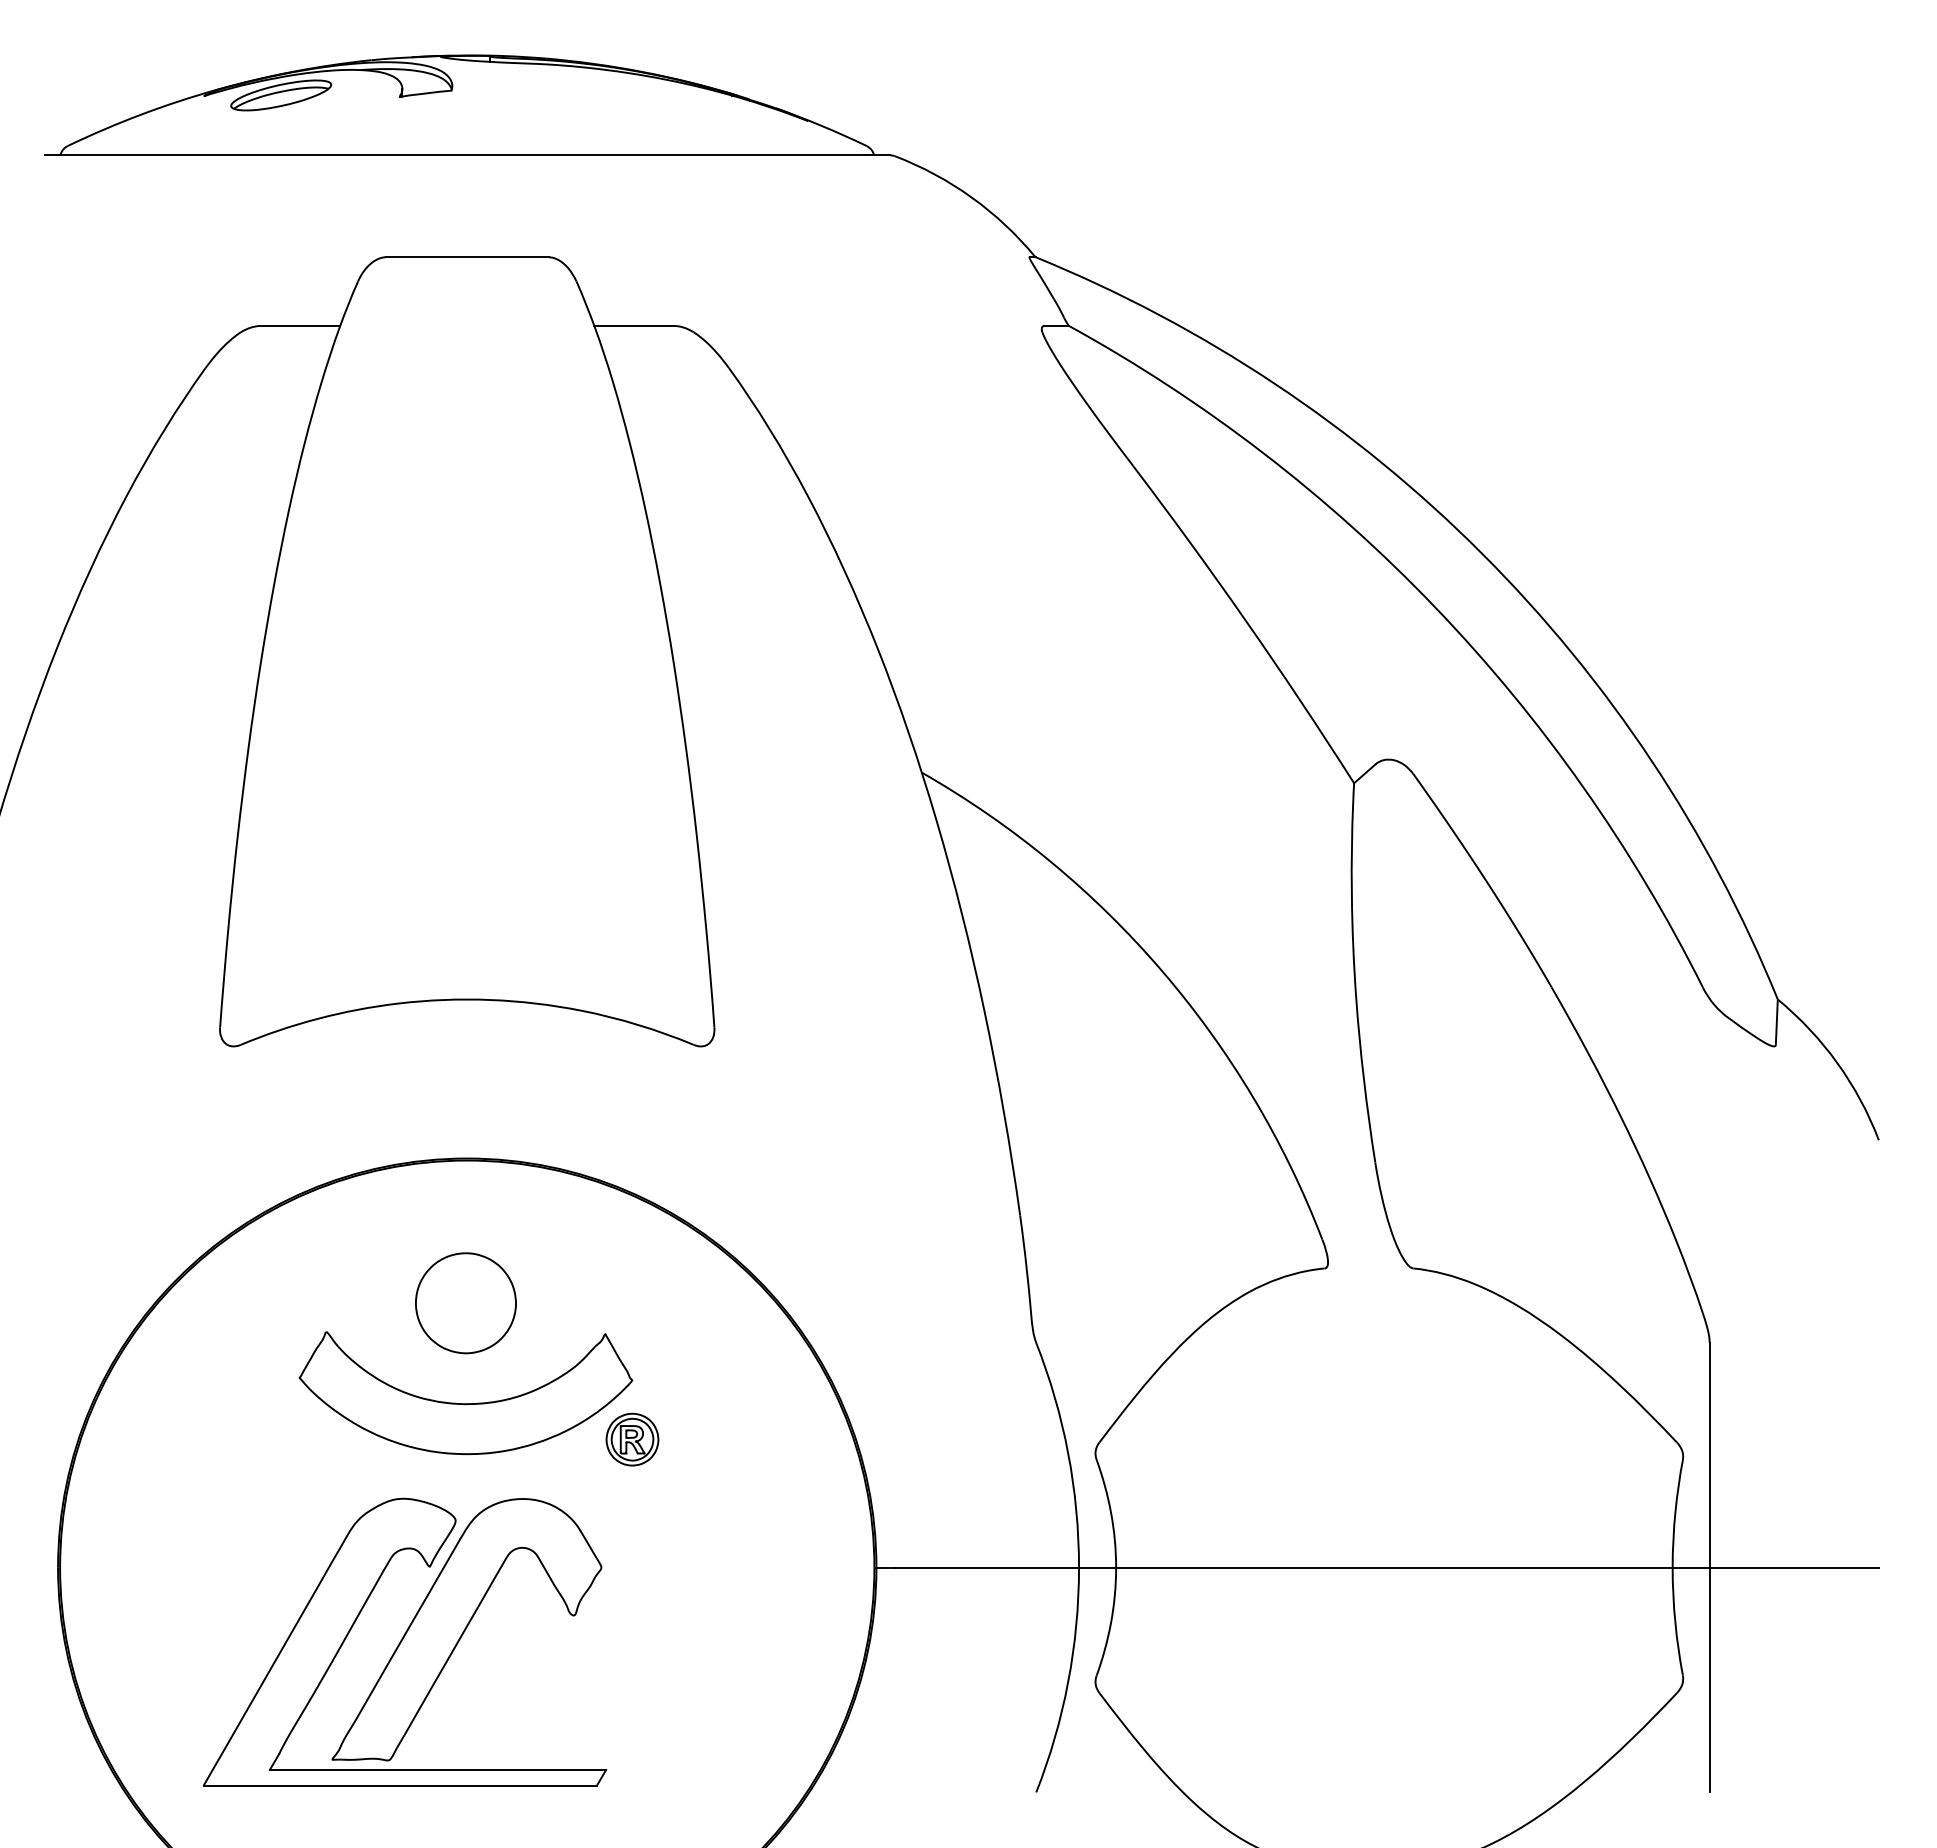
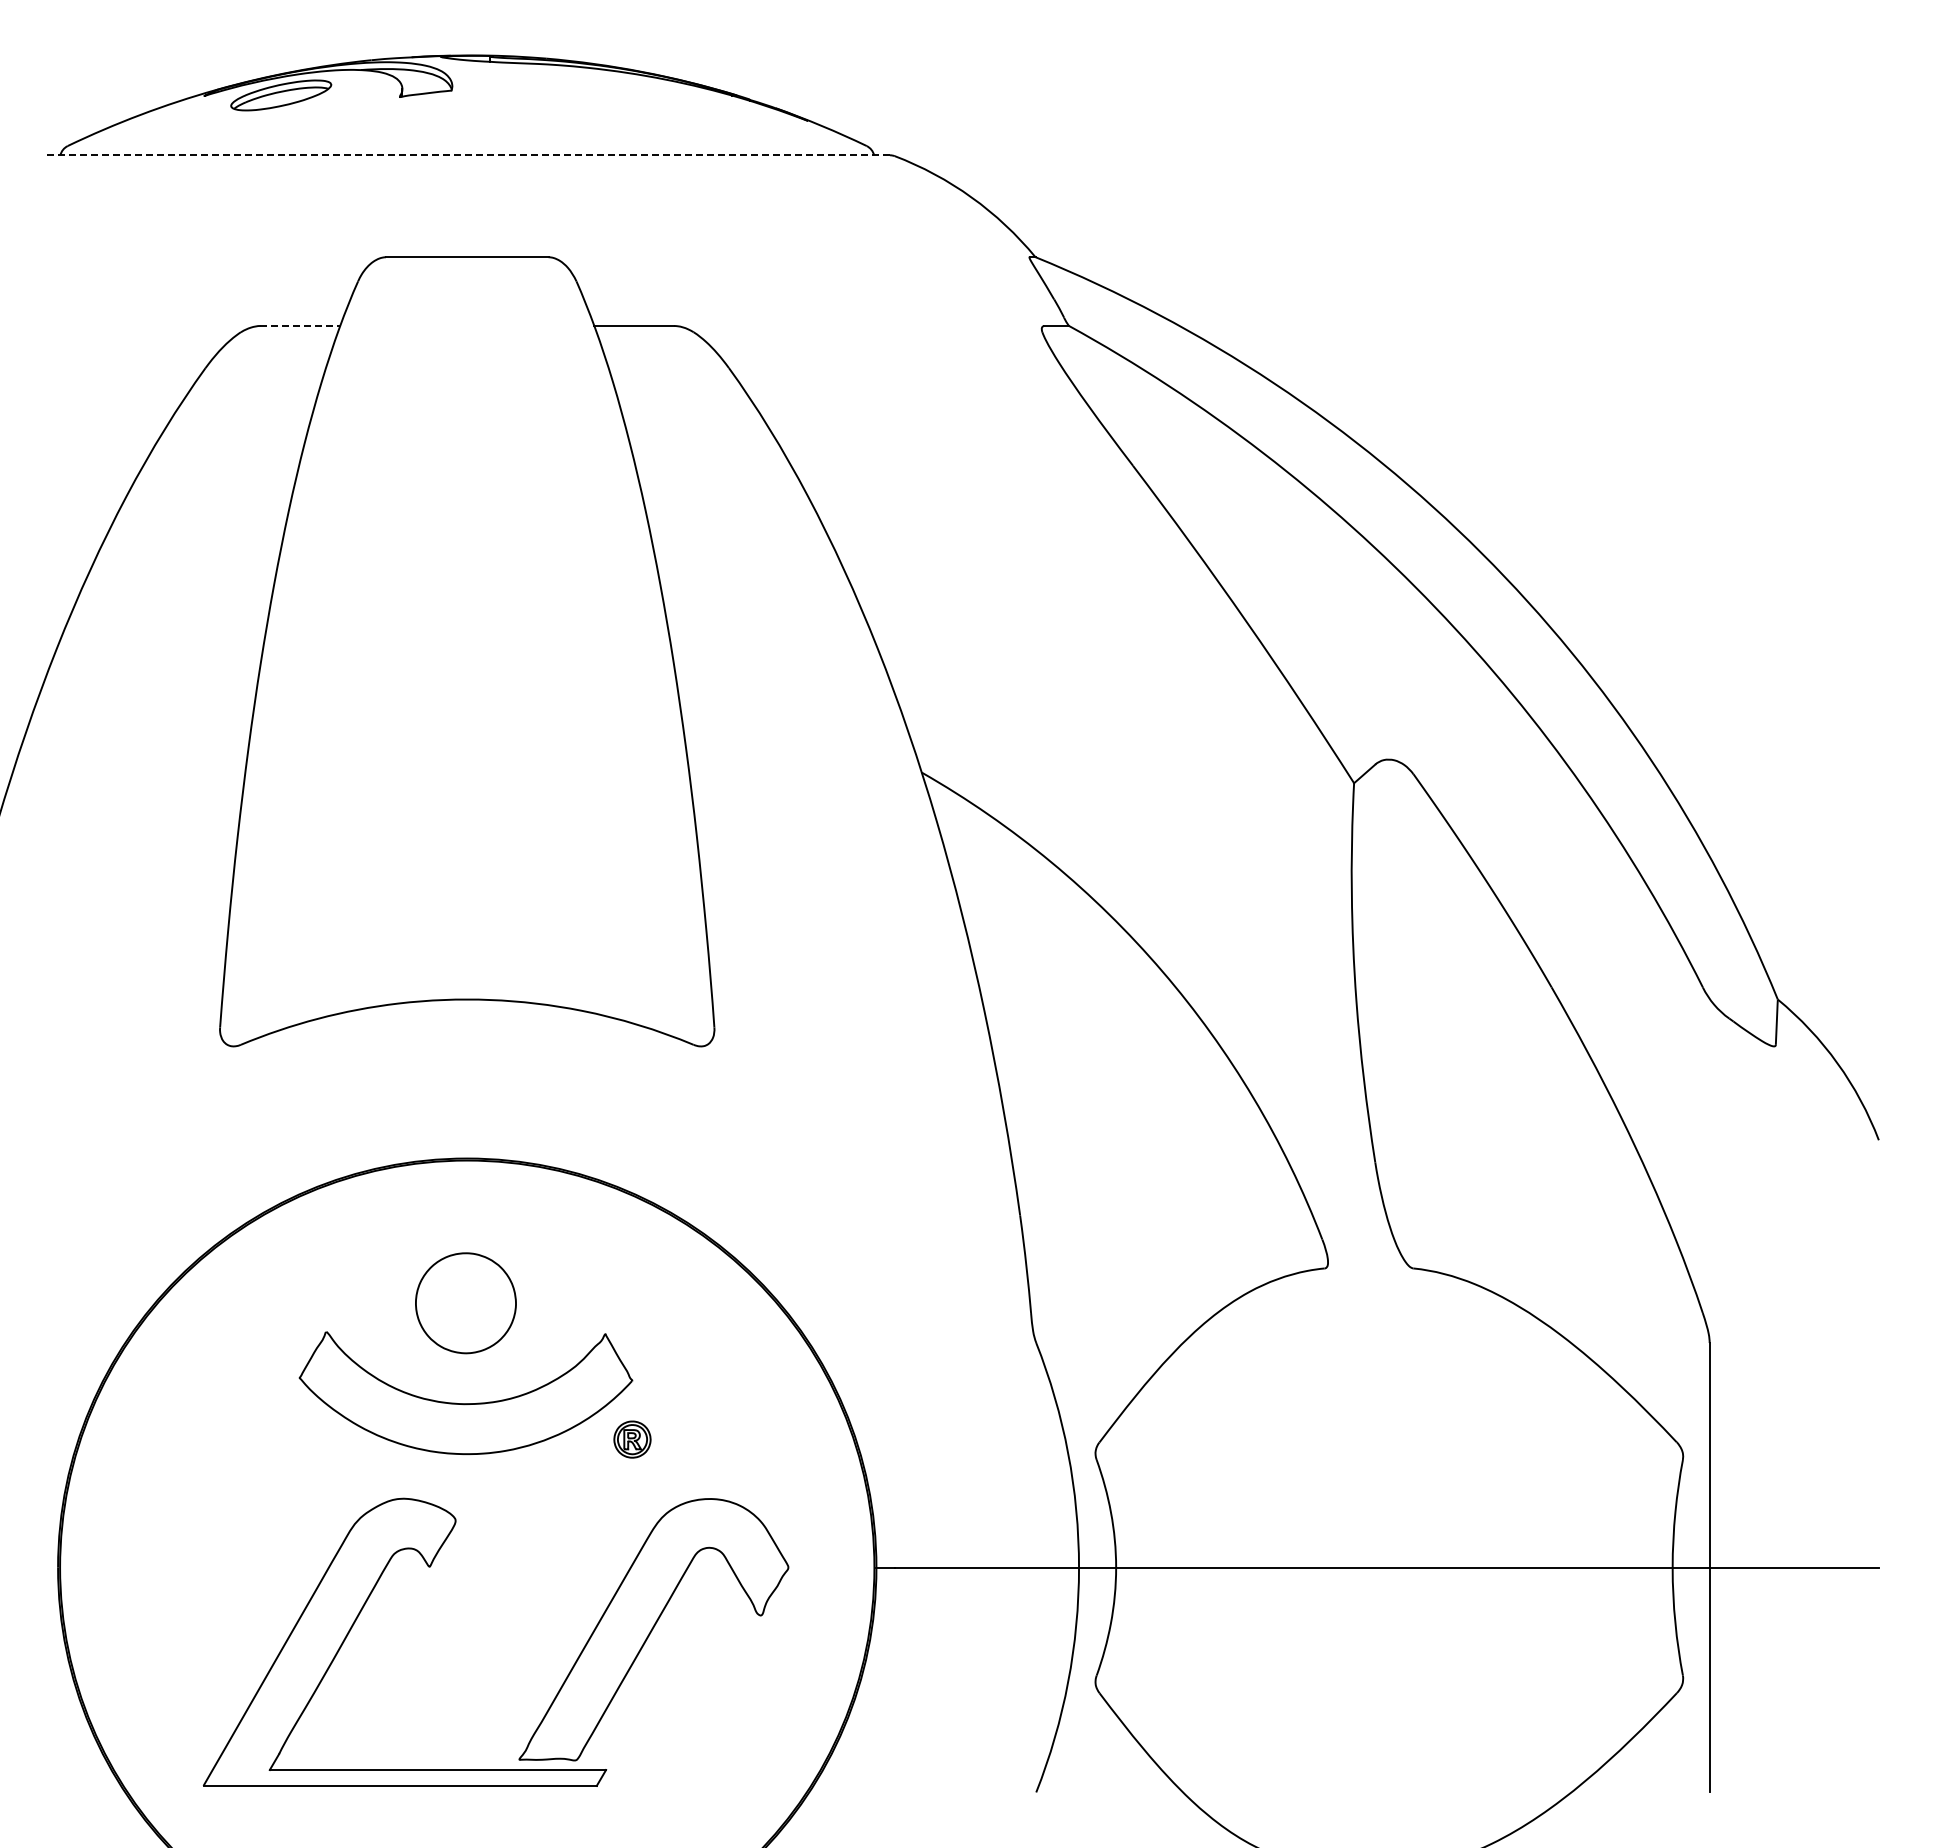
line at (467, 155): solid -> dashed
line at (300, 325): solid -> dashed
part at (632, 1439) size: 55x55 px -> 39x39 px
part at (466, 1629) position: (466, 1629) -> (653, 1629)
